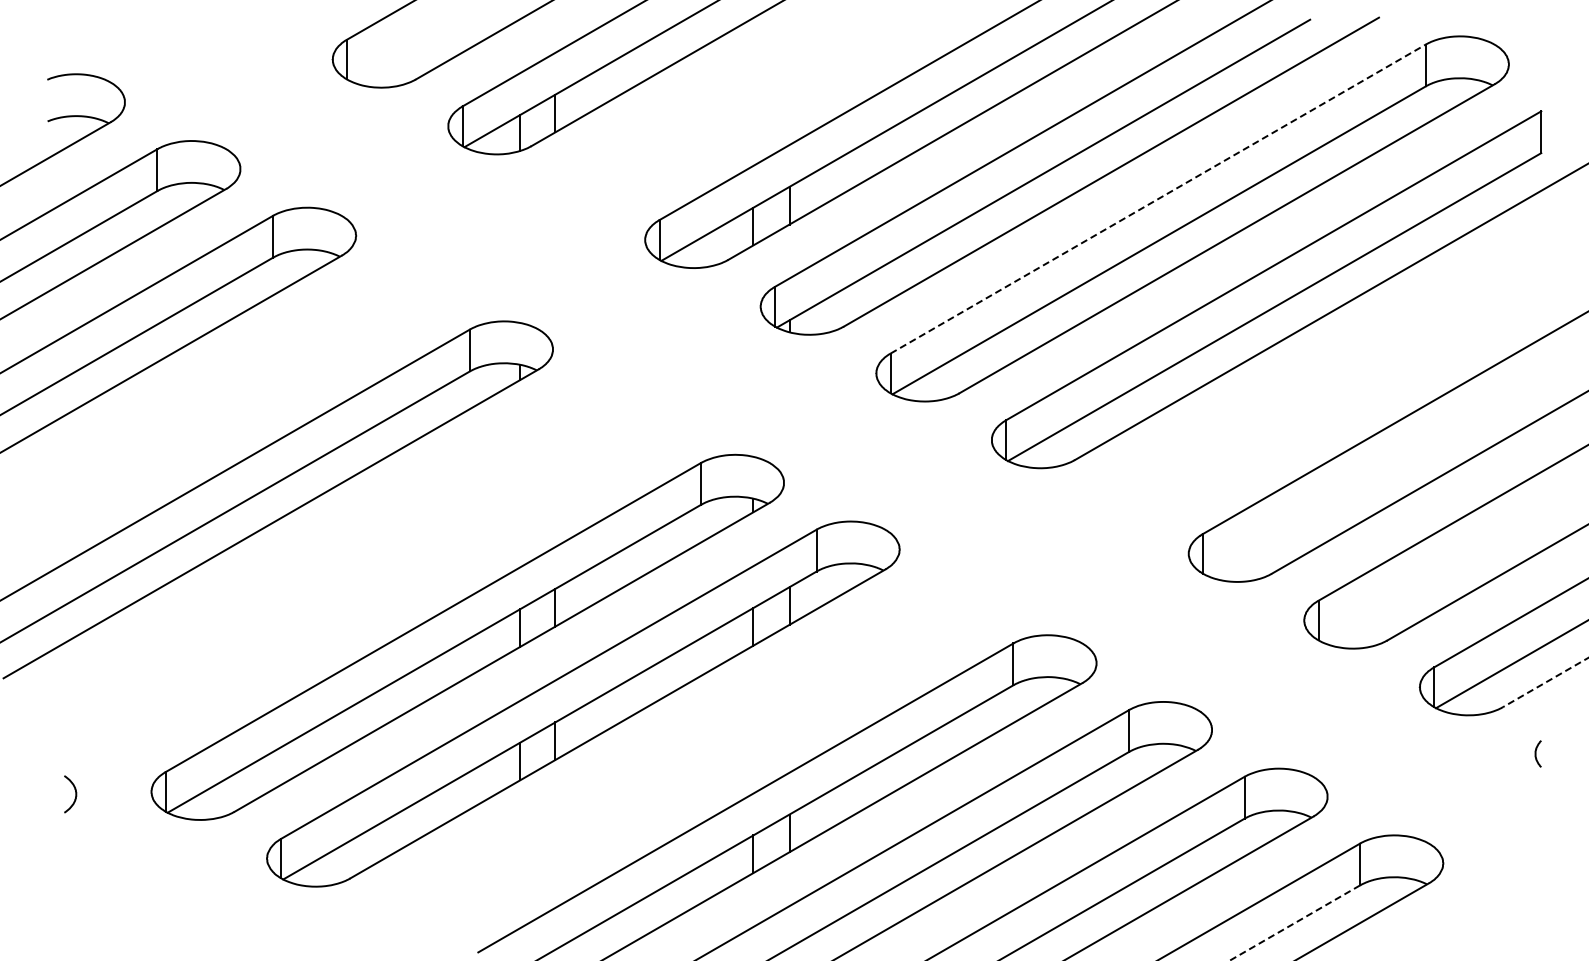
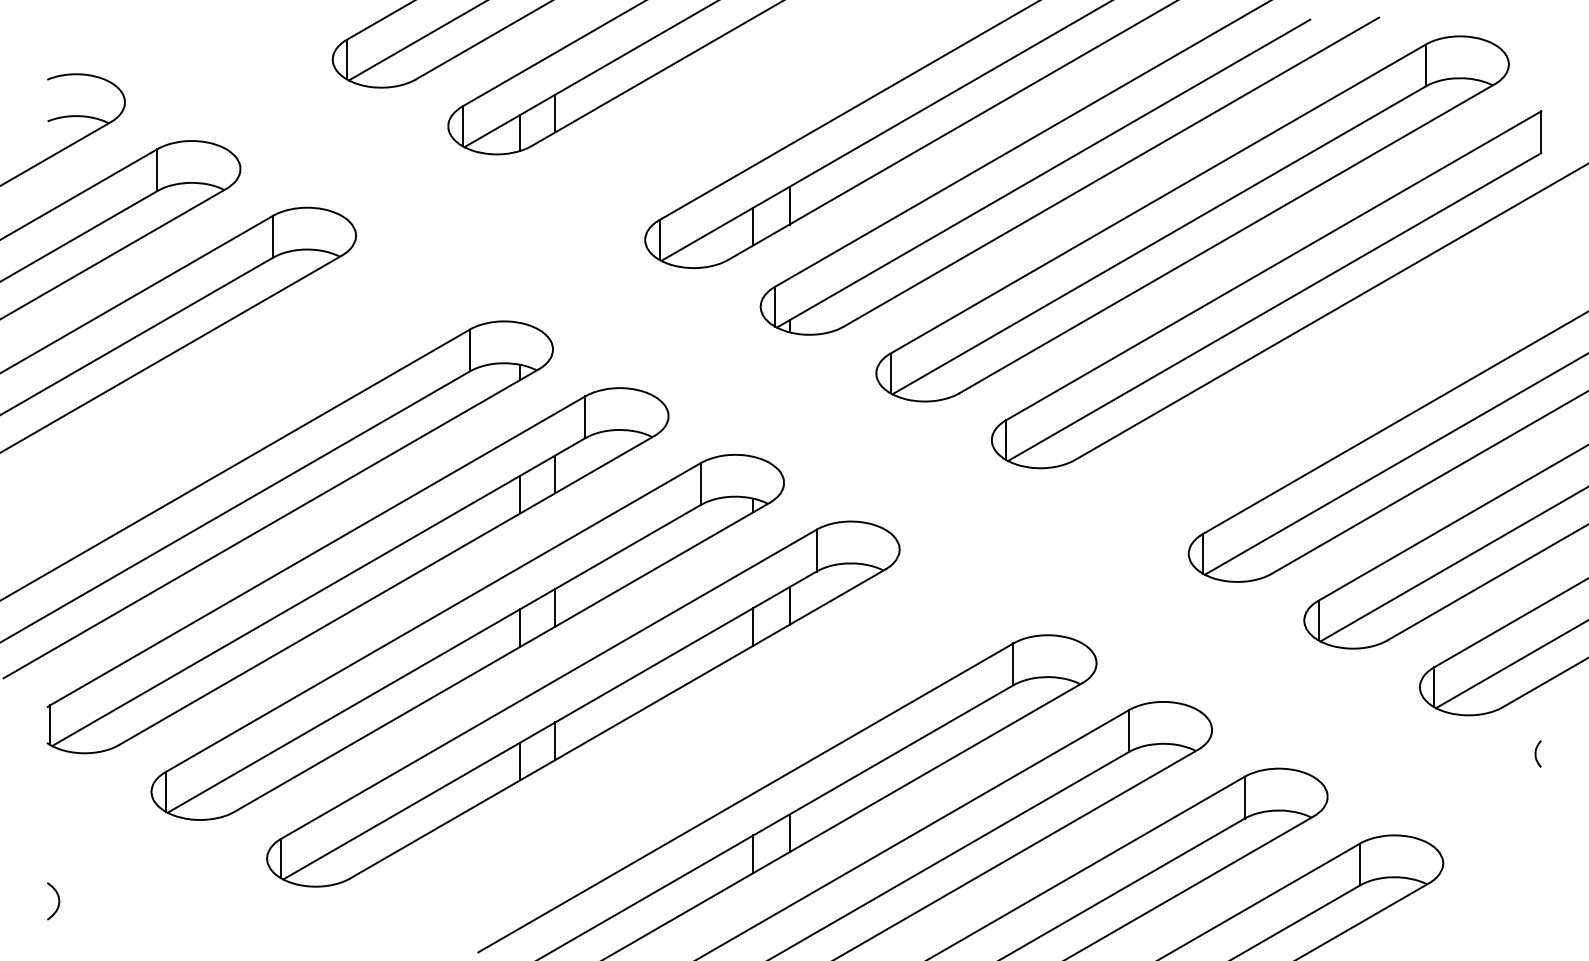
line at (416, 41): none -> present
line at (1158, 199): dashed -> solid
line at (1394, 464): none -> present
line at (1452, 564): none -> present
part at (357, 570): none -> present
line at (1545, 682): dashed -> solid
curve at (75, 794) position: (75, 794) -> (58, 901)
line at (1294, 923): dashed -> solid
